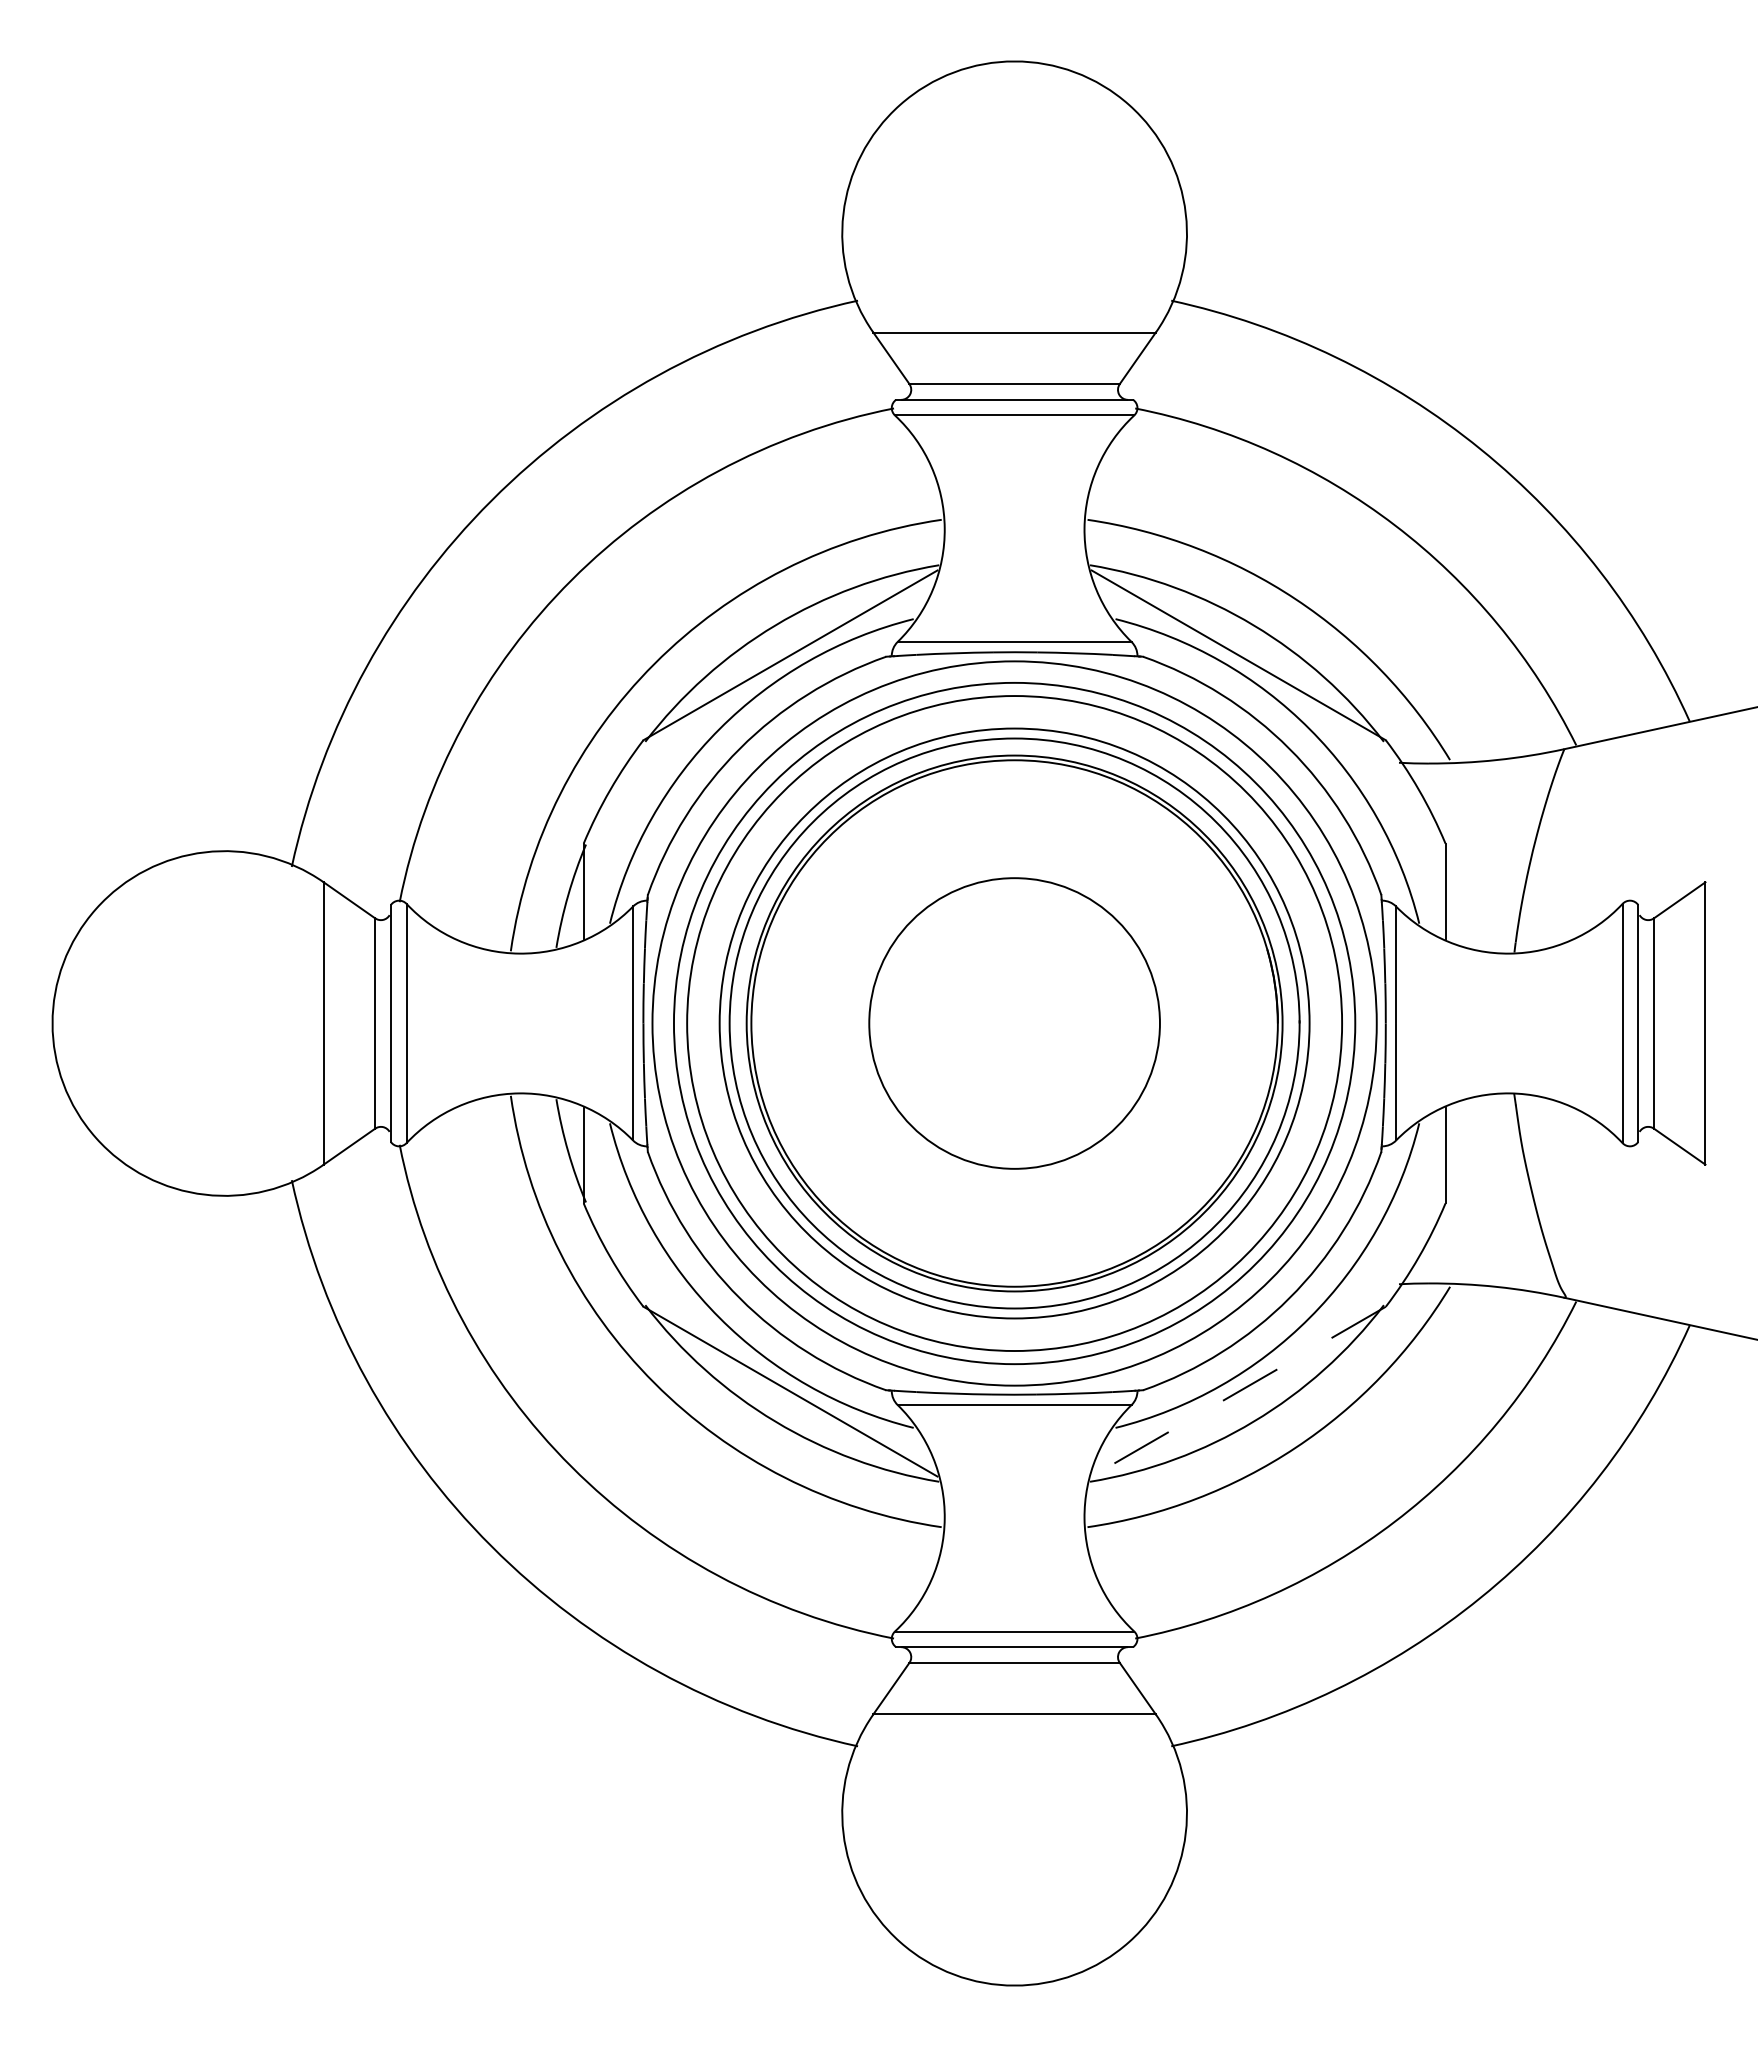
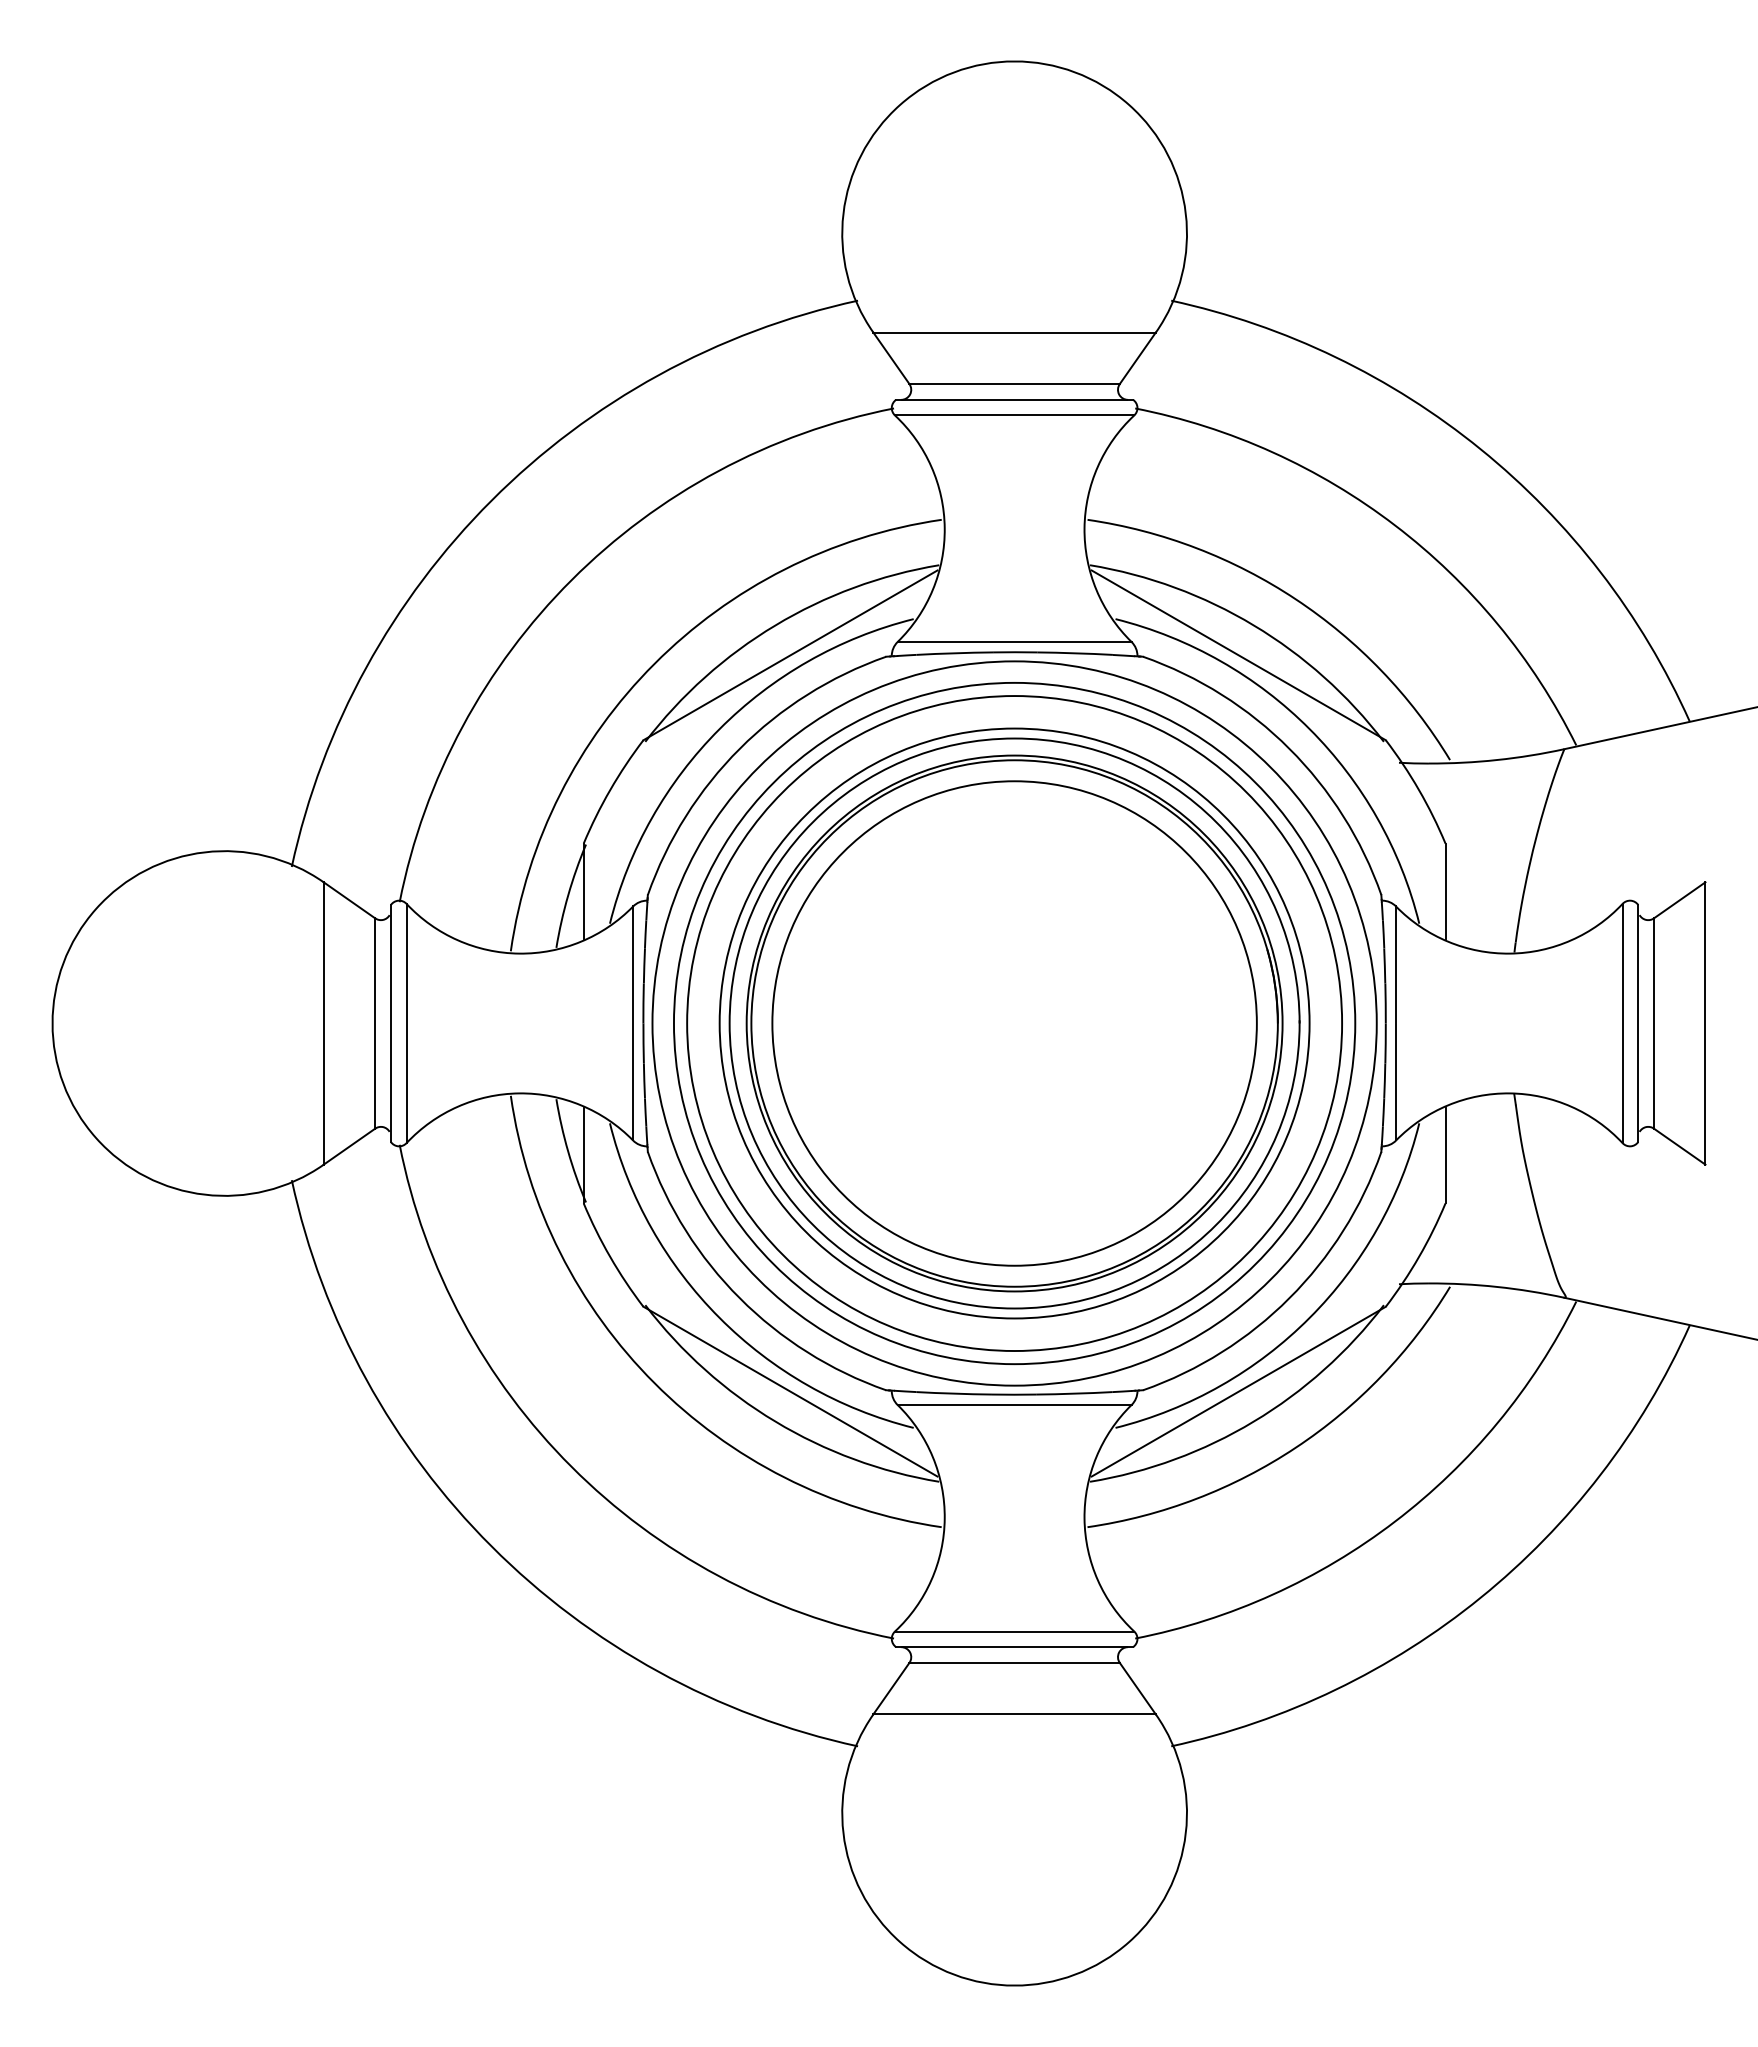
circle at (1014, 1023) diameter: 291 px -> 484 px
line at (1238, 1391): dashed -> solid
